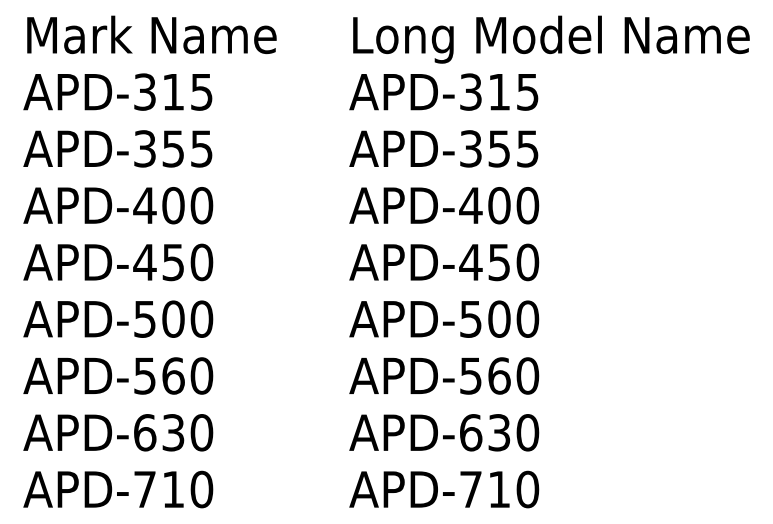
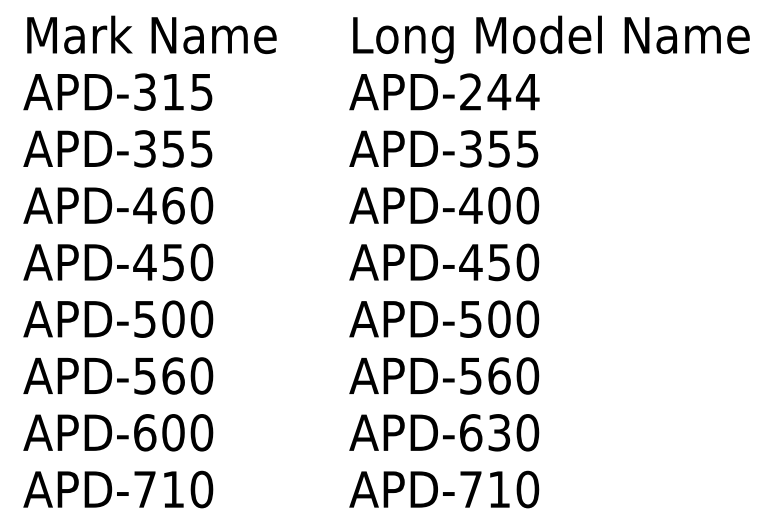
text at (499, 91): APD-315 -> APD-244
text at (173, 205): APD-400 -> APD-460
text at (173, 432): APD-630 -> APD-600
